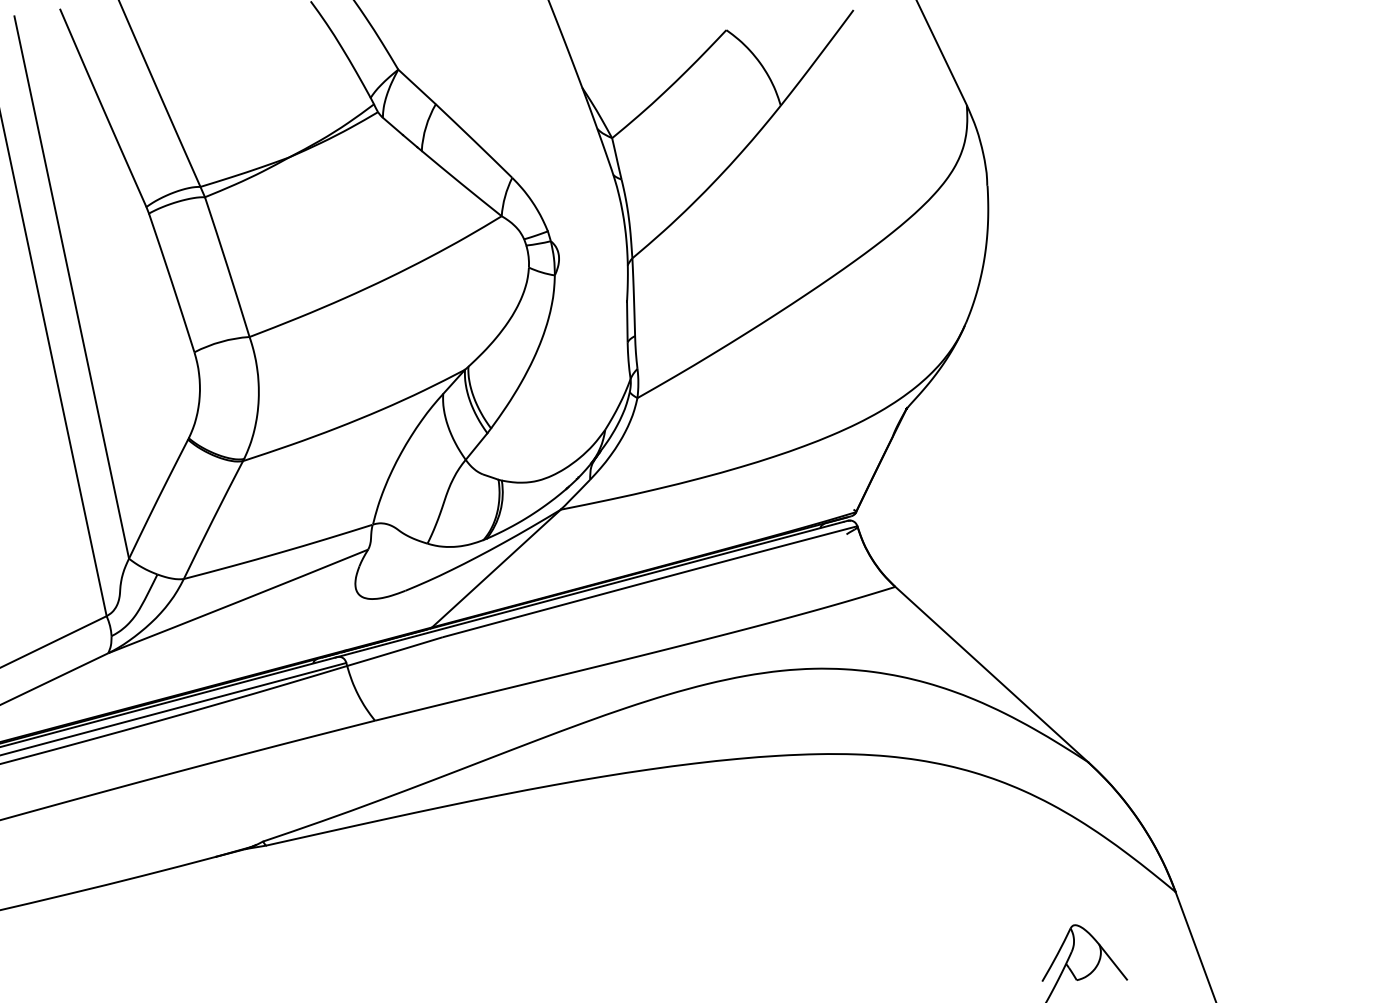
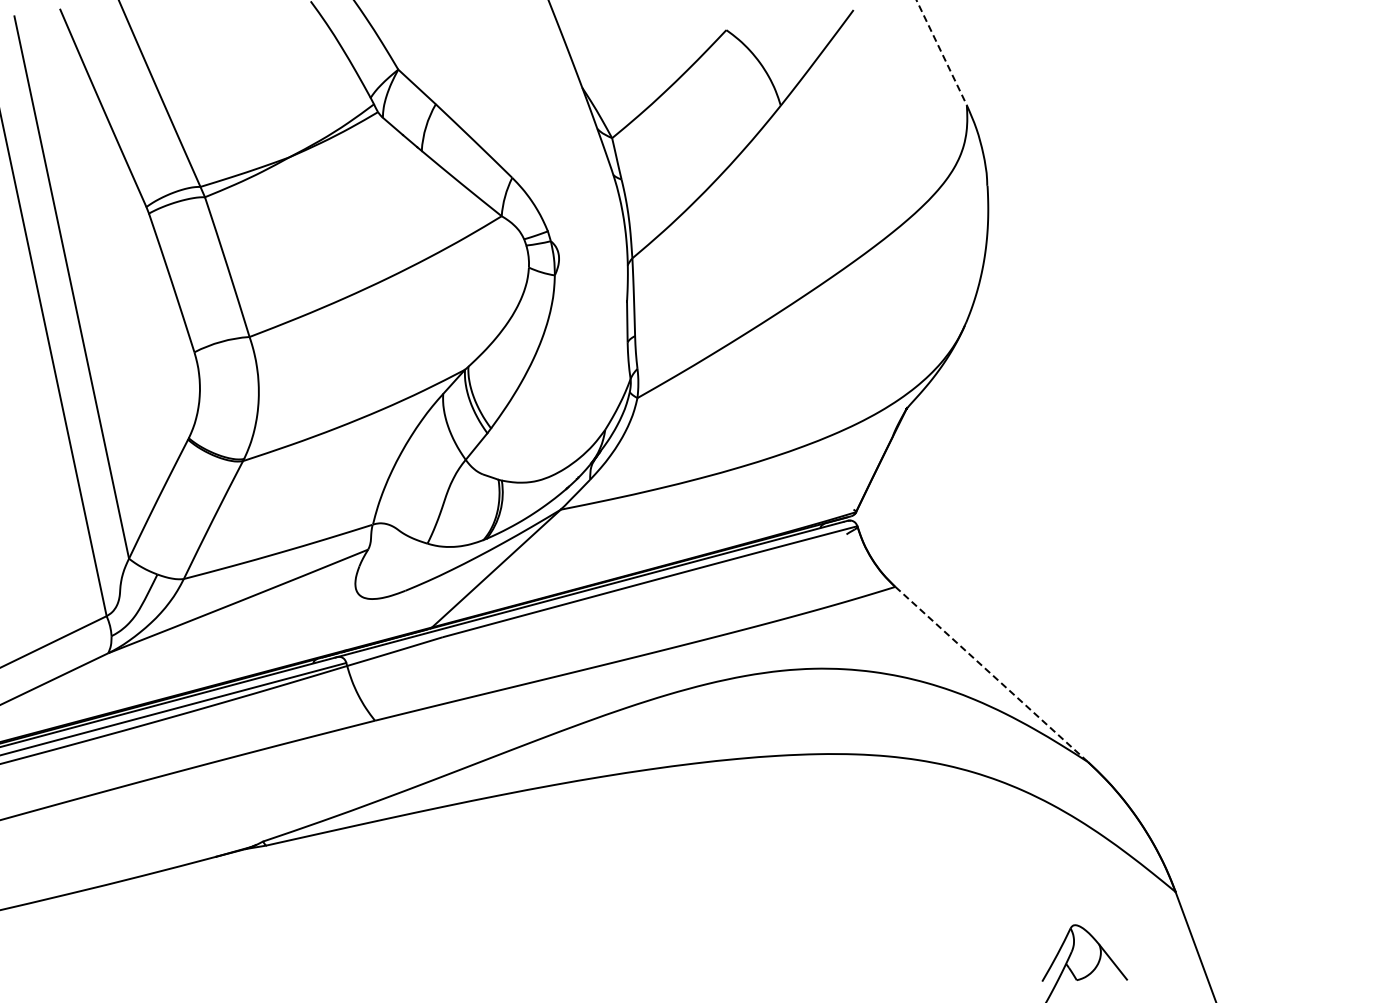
line at (941, 53): solid -> dashed
line at (992, 674): solid -> dashed
